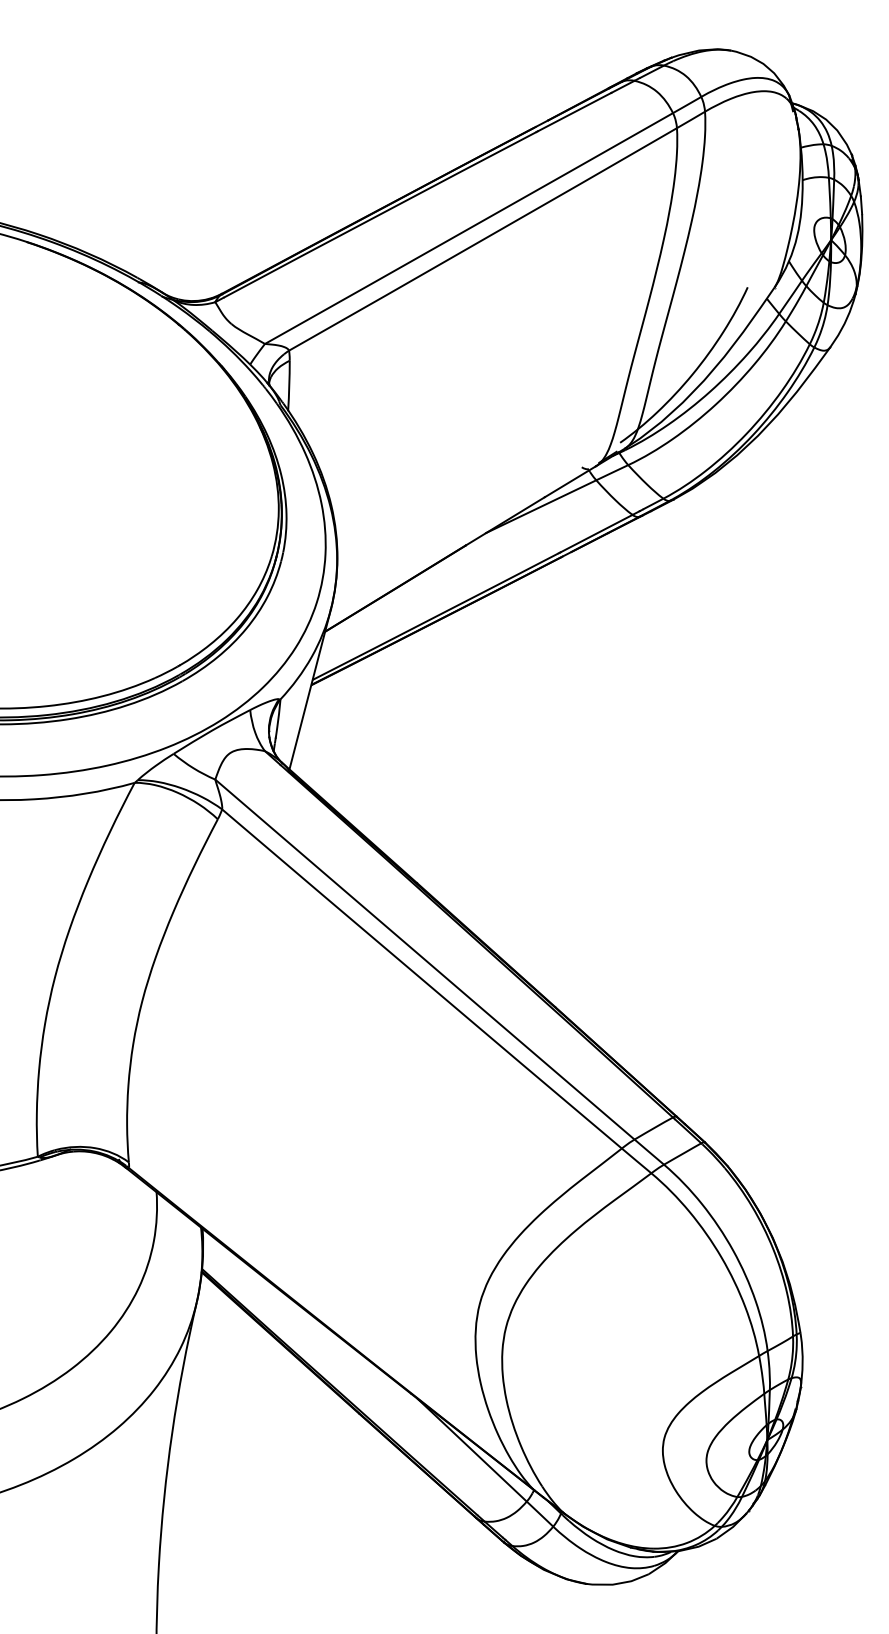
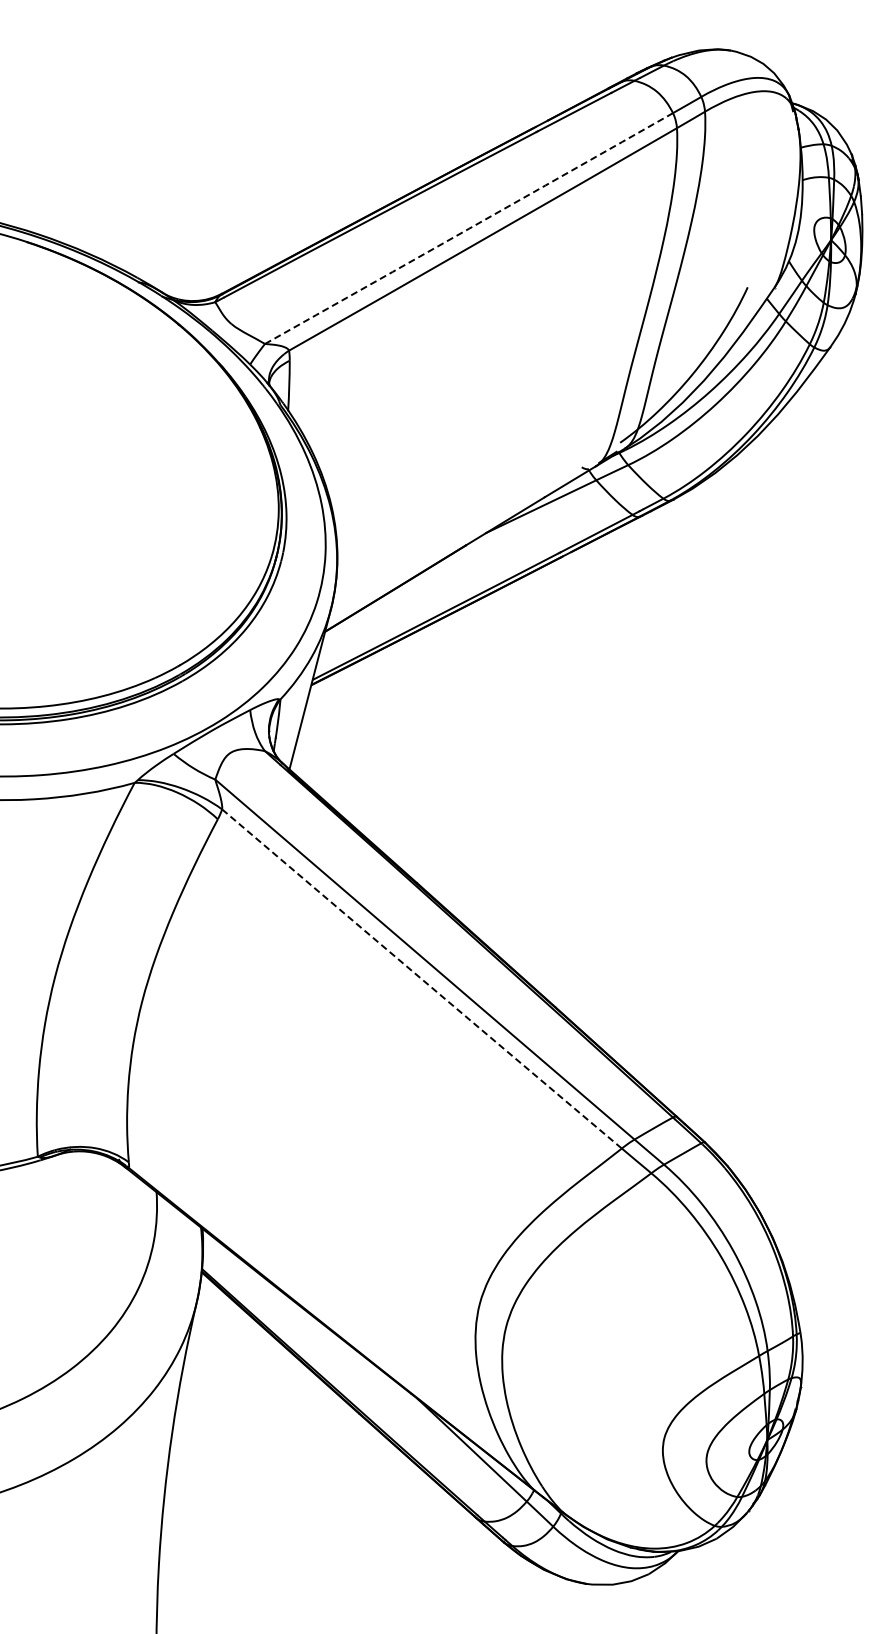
arc at (469, 228): solid -> dashed
arc at (421, 979): solid -> dashed
